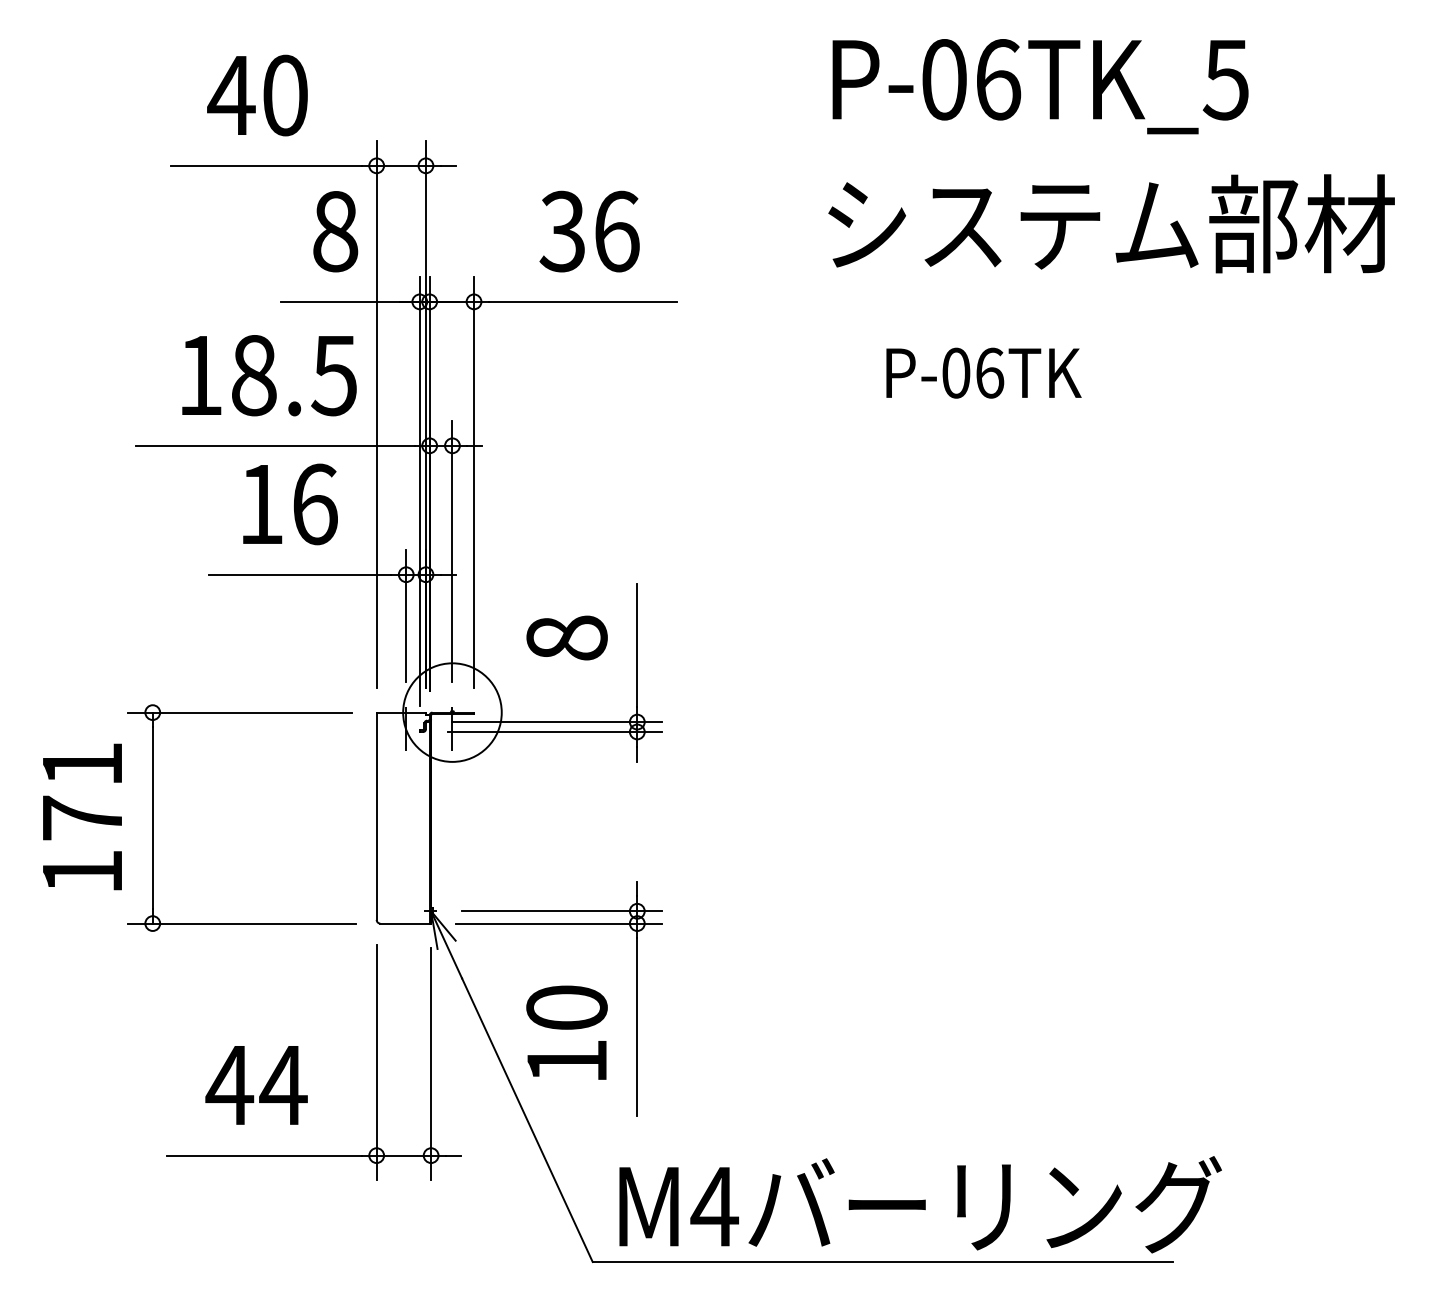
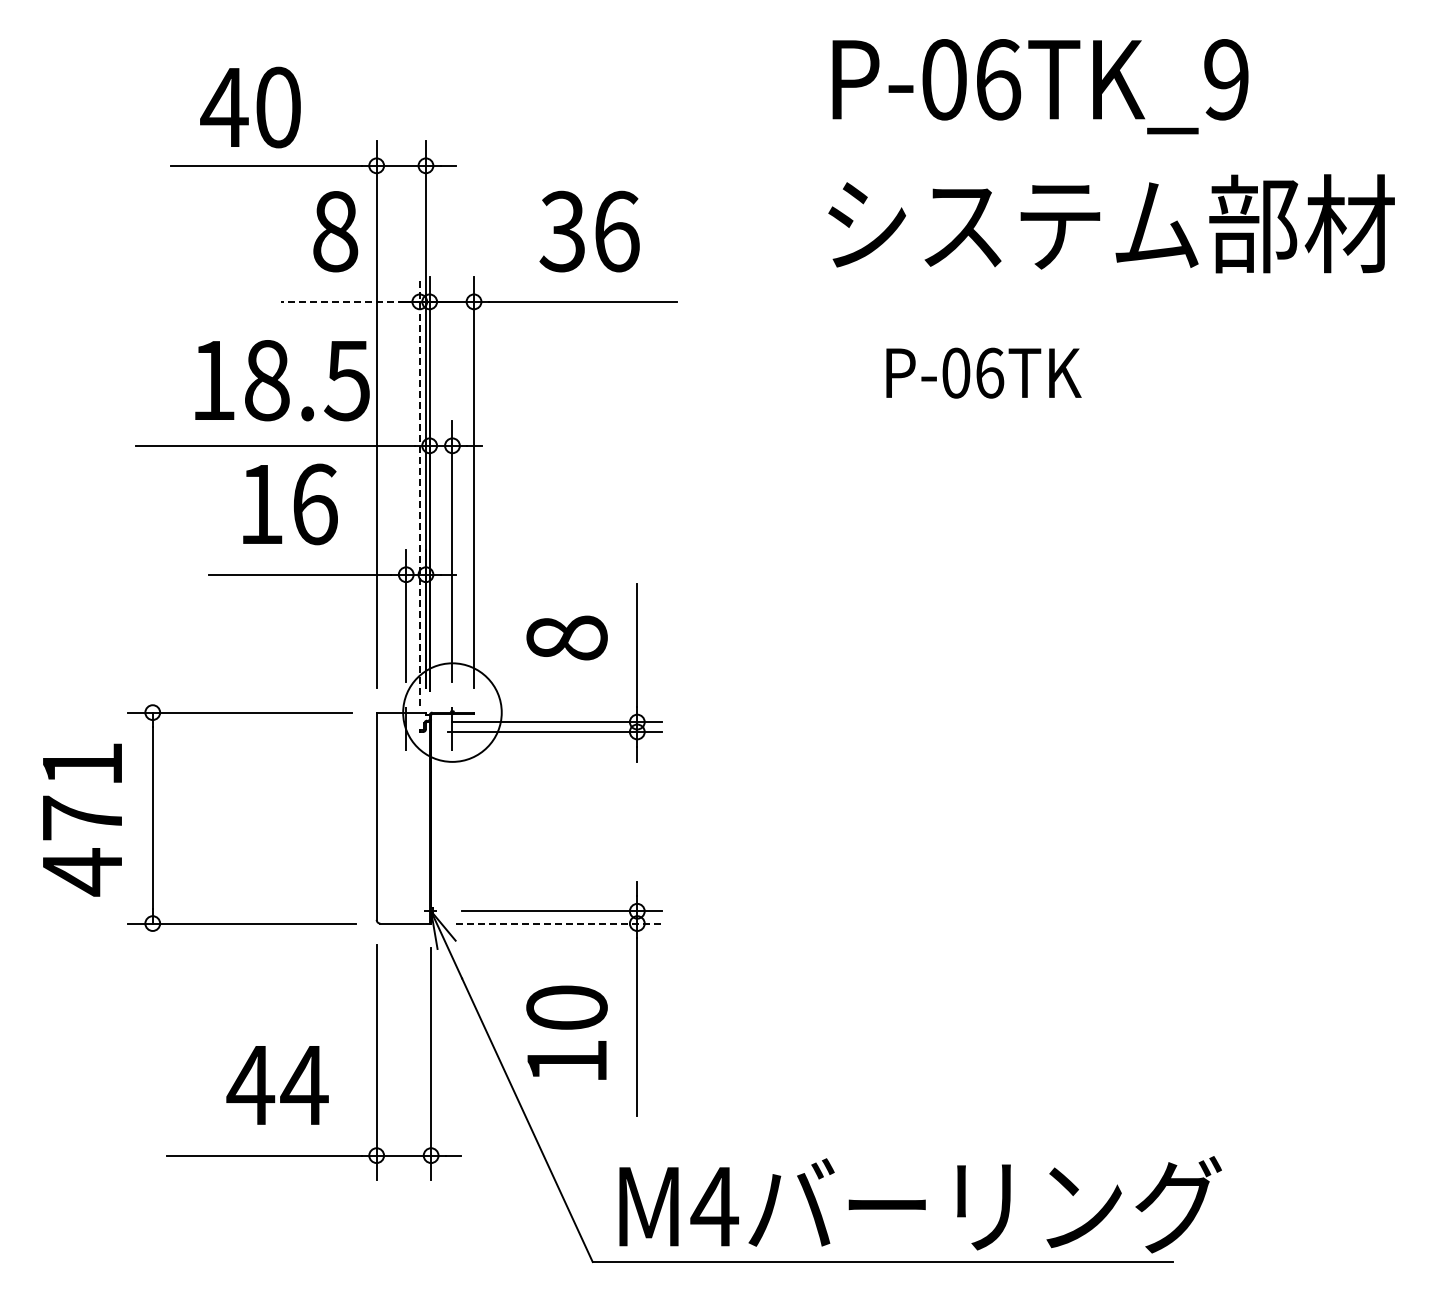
text at (1225, 79): P-06TK_5 -> P-06TK_9
text at (257, 95) position: (257, 95) -> (250, 107)
line at (343, 301): solid -> dashed
text at (269, 375) position: (269, 375) -> (282, 380)
line at (419, 491): solid -> dashed
text at (82, 872): 171 -> 471
line at (559, 923): solid -> dashed
text at (256, 1085) position: (256, 1085) -> (277, 1085)
